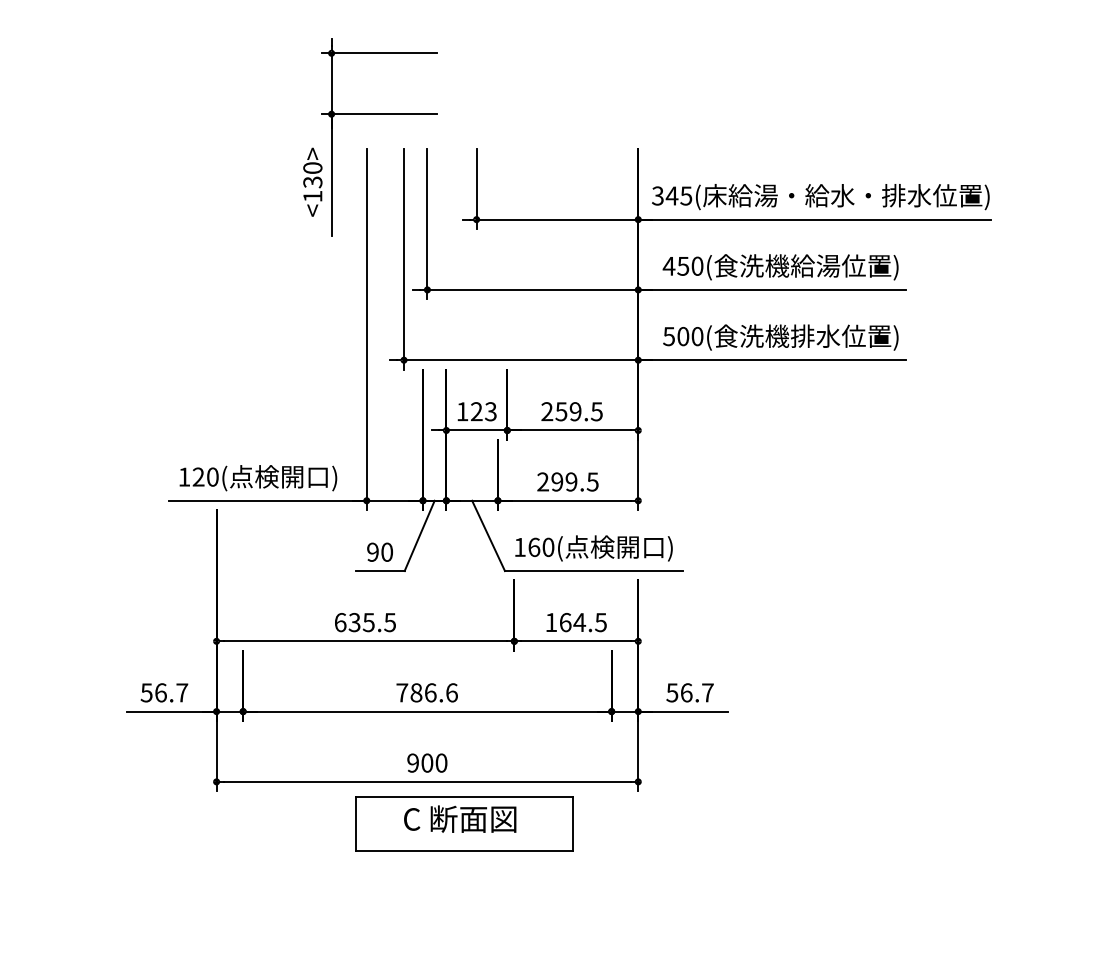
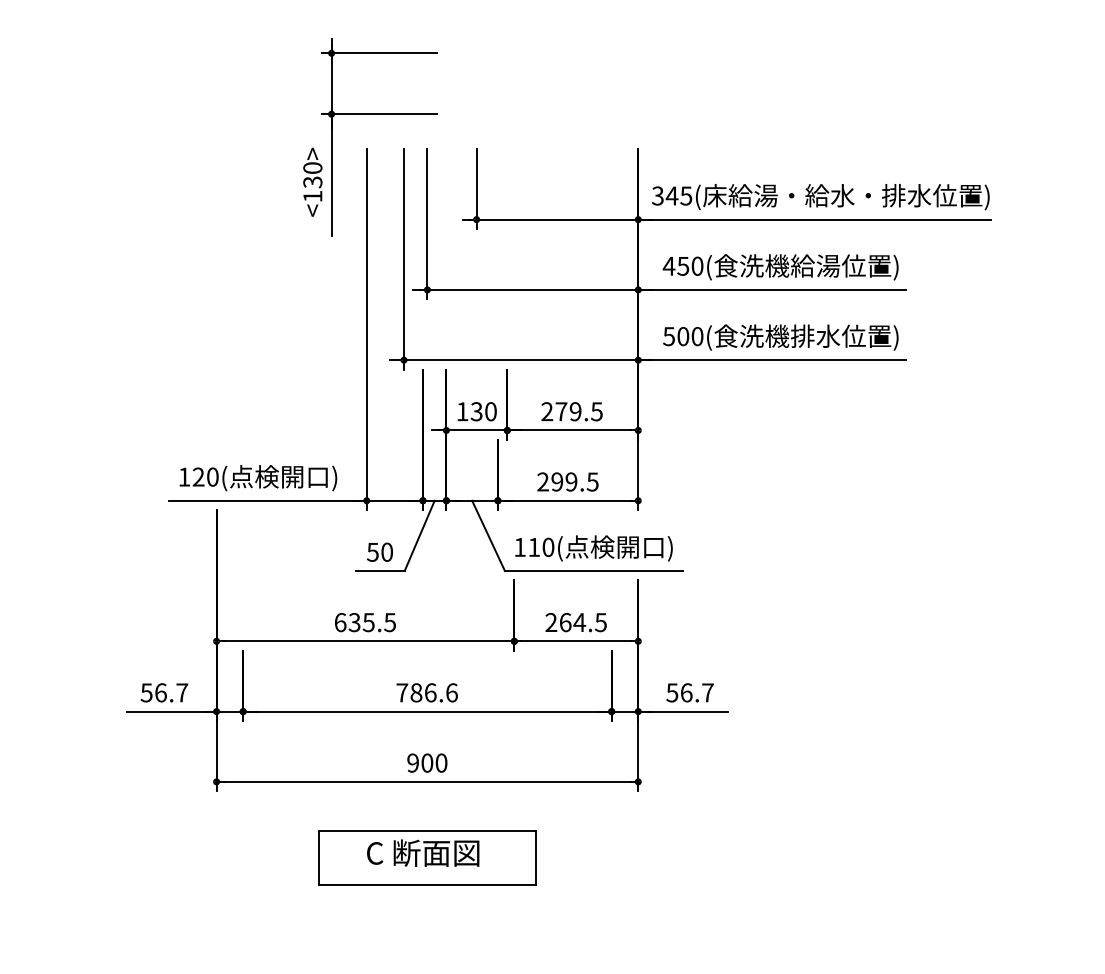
text at (483, 411): 123 -> 130
text at (561, 411): 259.5 -> 279.5
text at (534, 547): 160( -> 110(
text at (372, 551): 90 -> 50
text at (551, 621): 164.5 -> 264.5
part at (464, 823) position: (464, 823) -> (427, 857)
